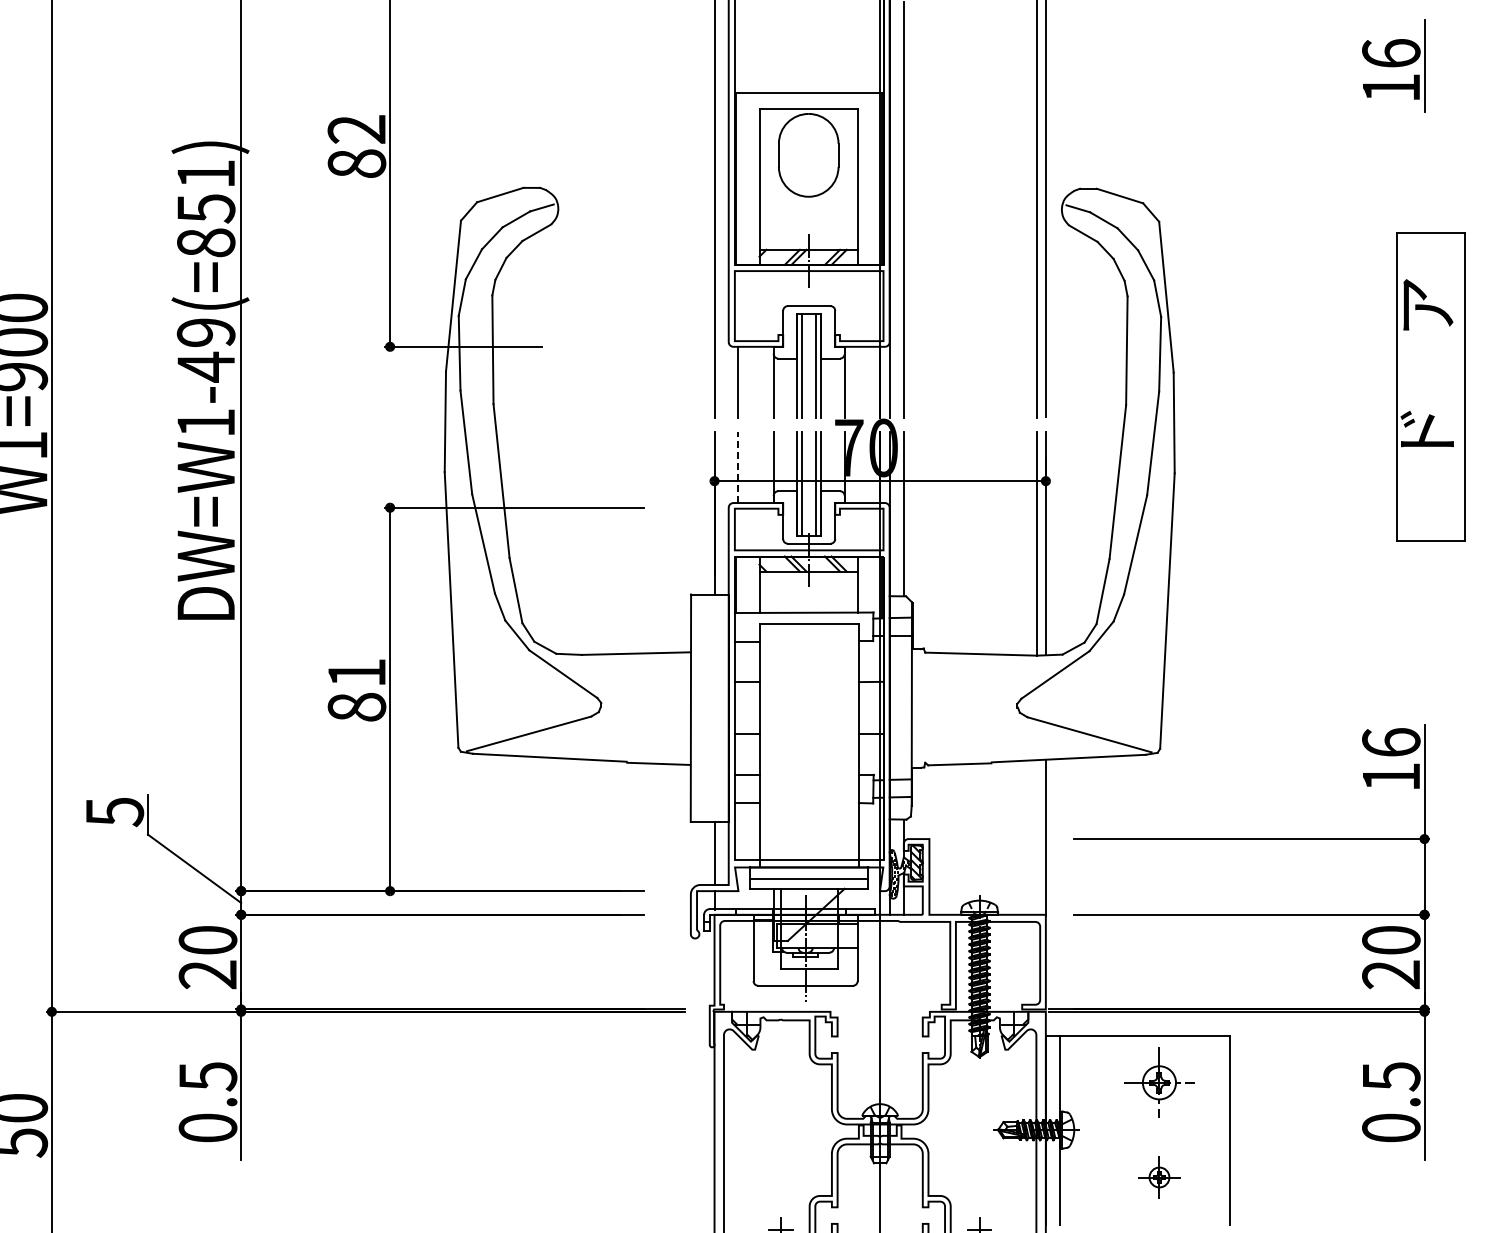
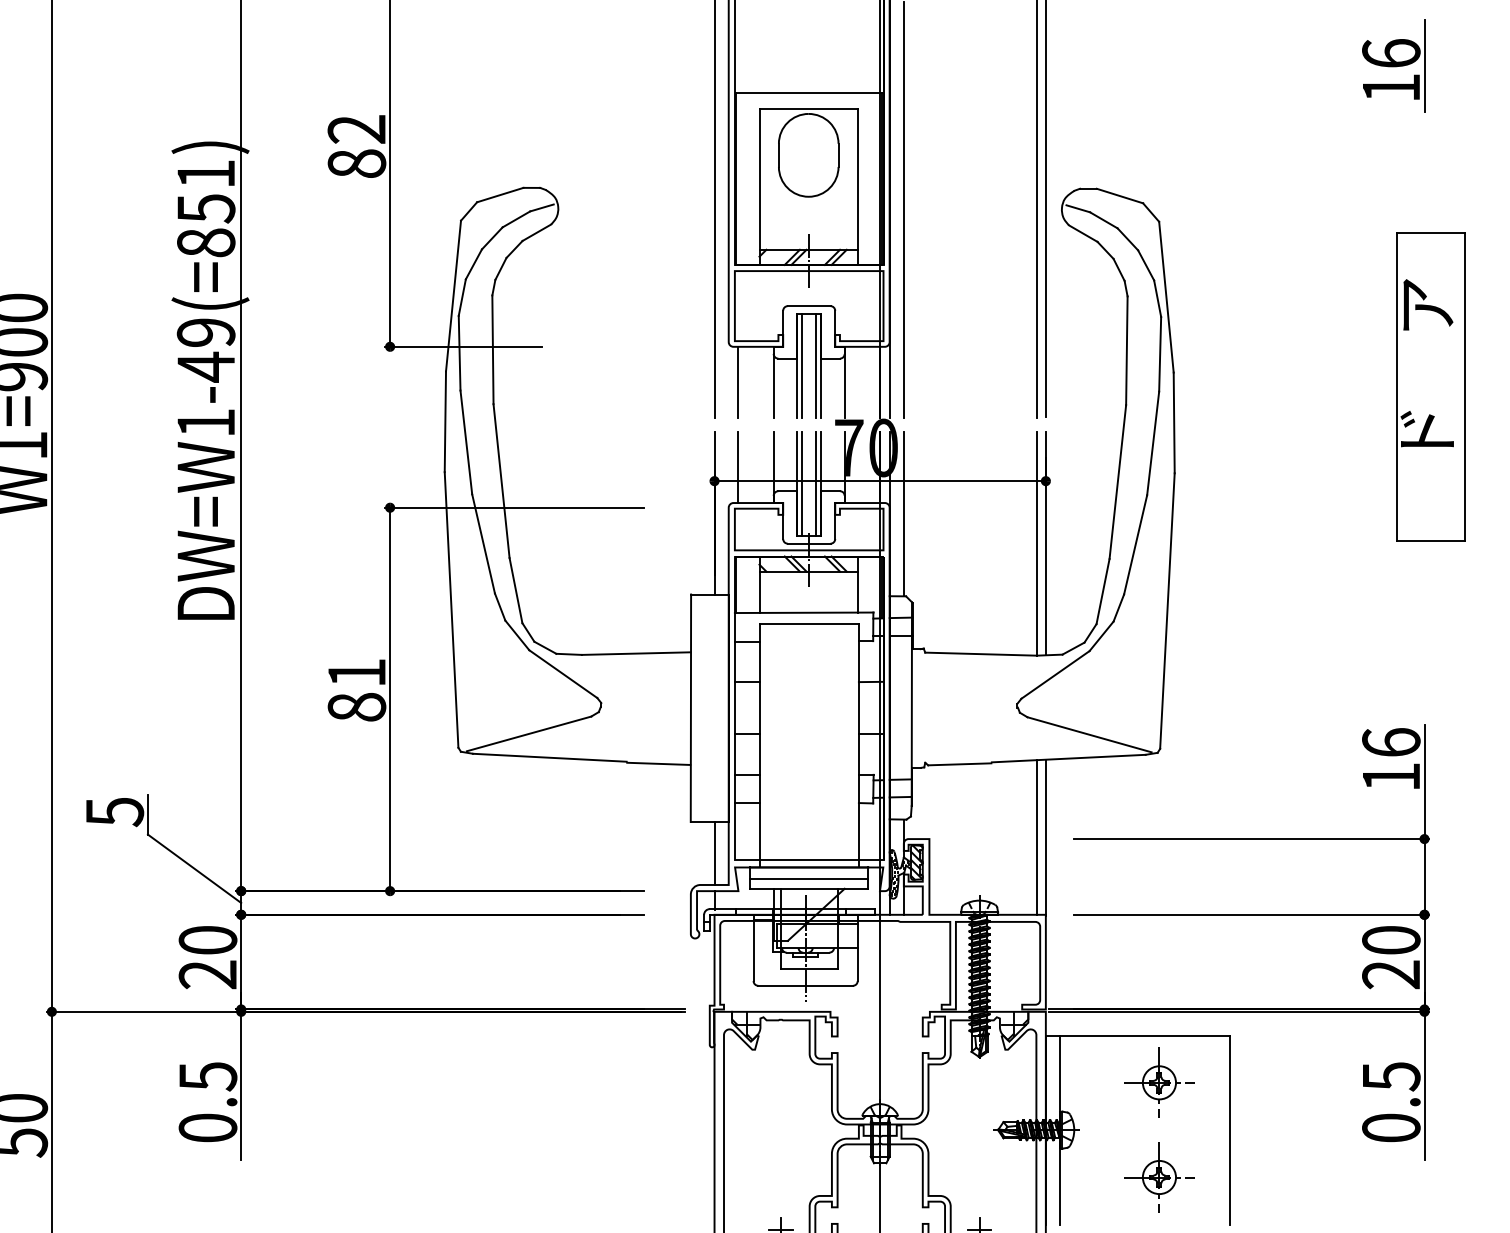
line at (738, 467): dashed -> solid
line at (1037, 837): none -> present
part at (1159, 1177) size: 43x43 px -> 71x71 px
